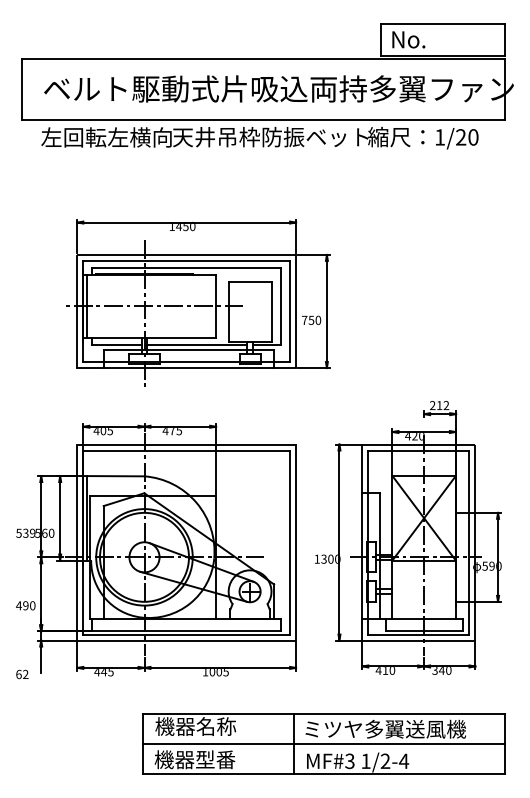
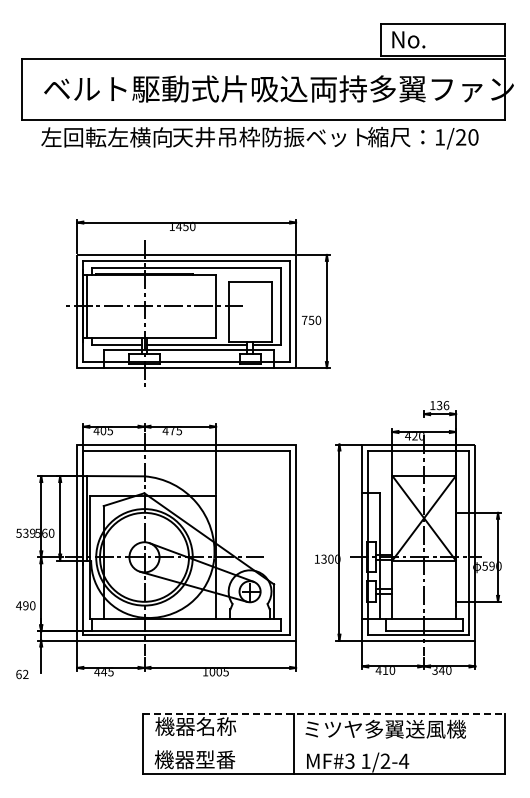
text at (439, 405): 212 -> 136
line at (323, 713): solid -> dashed
line at (323, 743): present -> none
